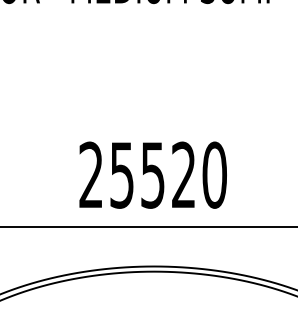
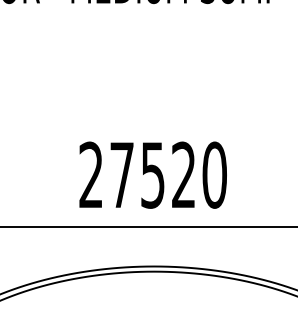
text at (121, 175): 25520 -> 27520
